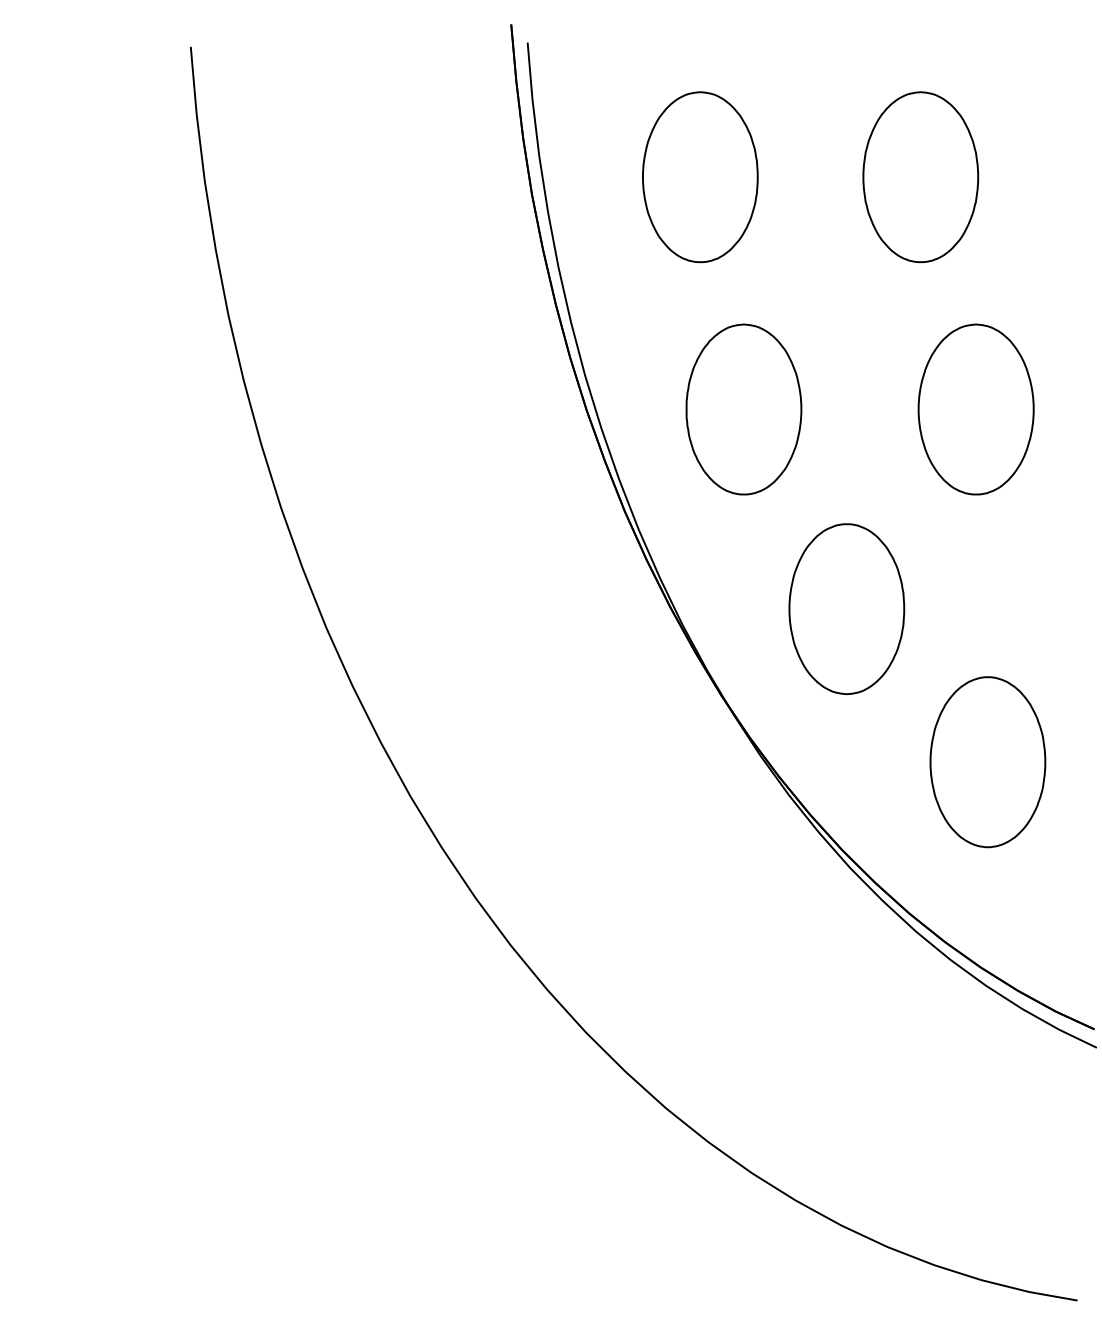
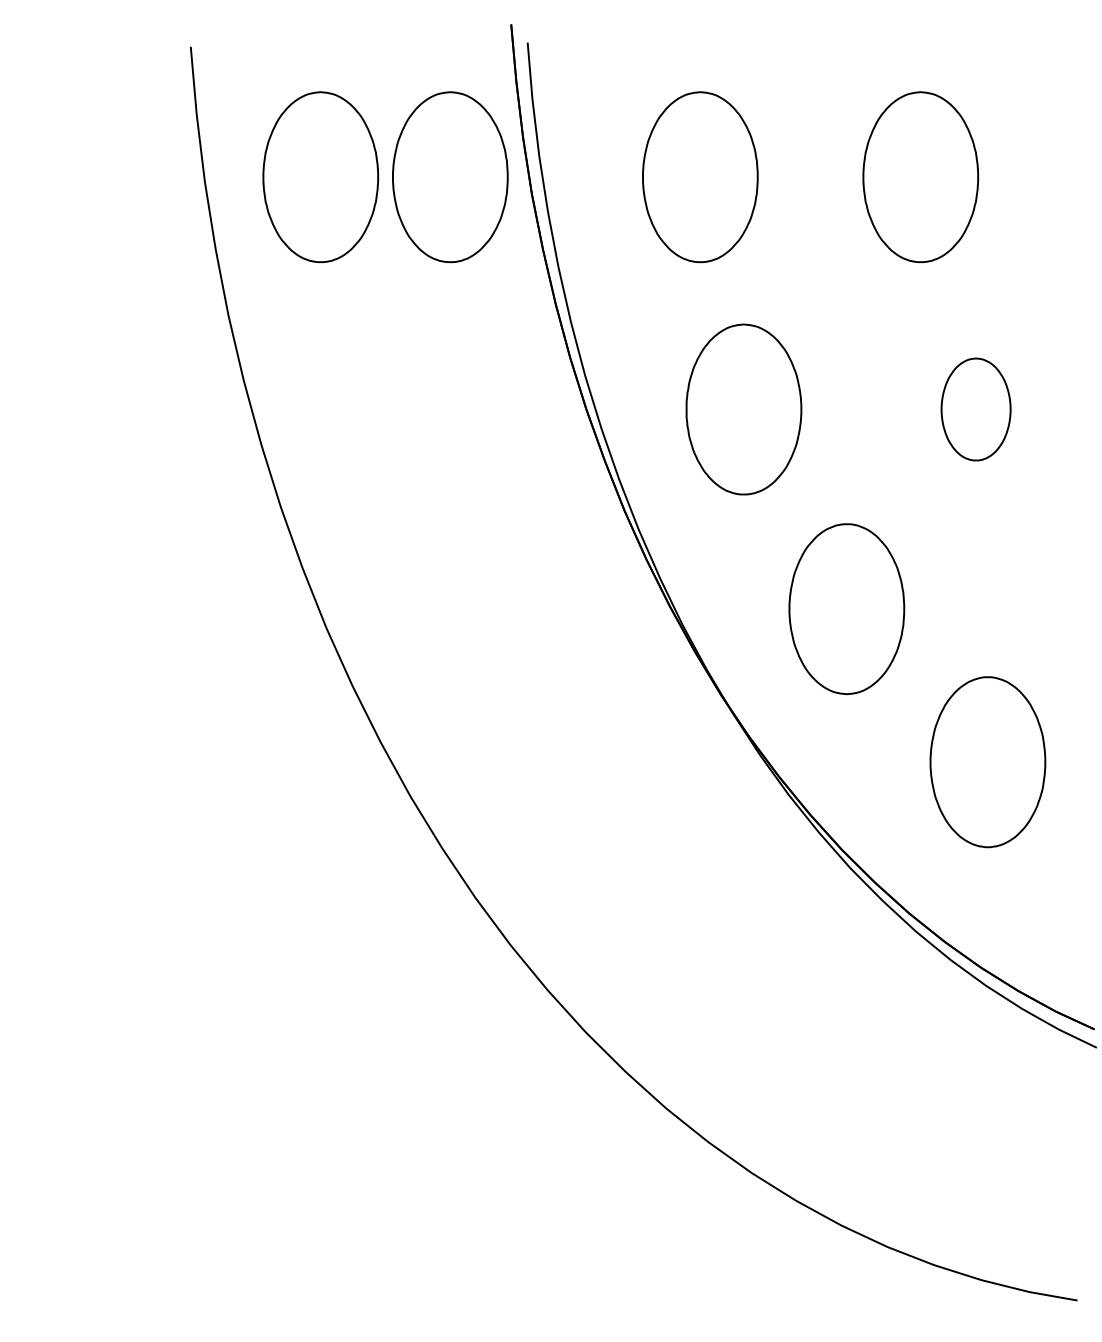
part at (320, 176): none -> present
part at (450, 176): none -> present
part at (975, 409) size: 118x173 px -> 72x105 px
